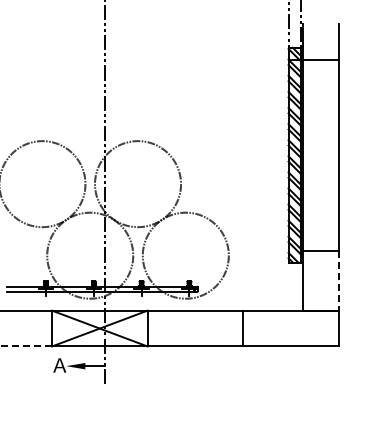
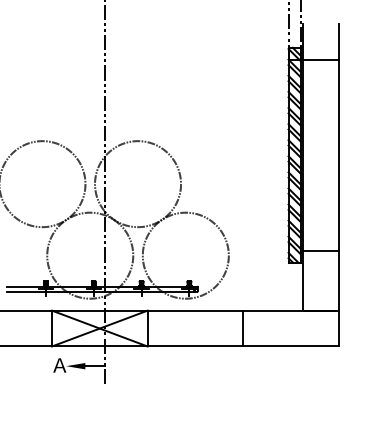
line at (338, 280): dashed -> solid
line at (26, 346): dashed -> solid
